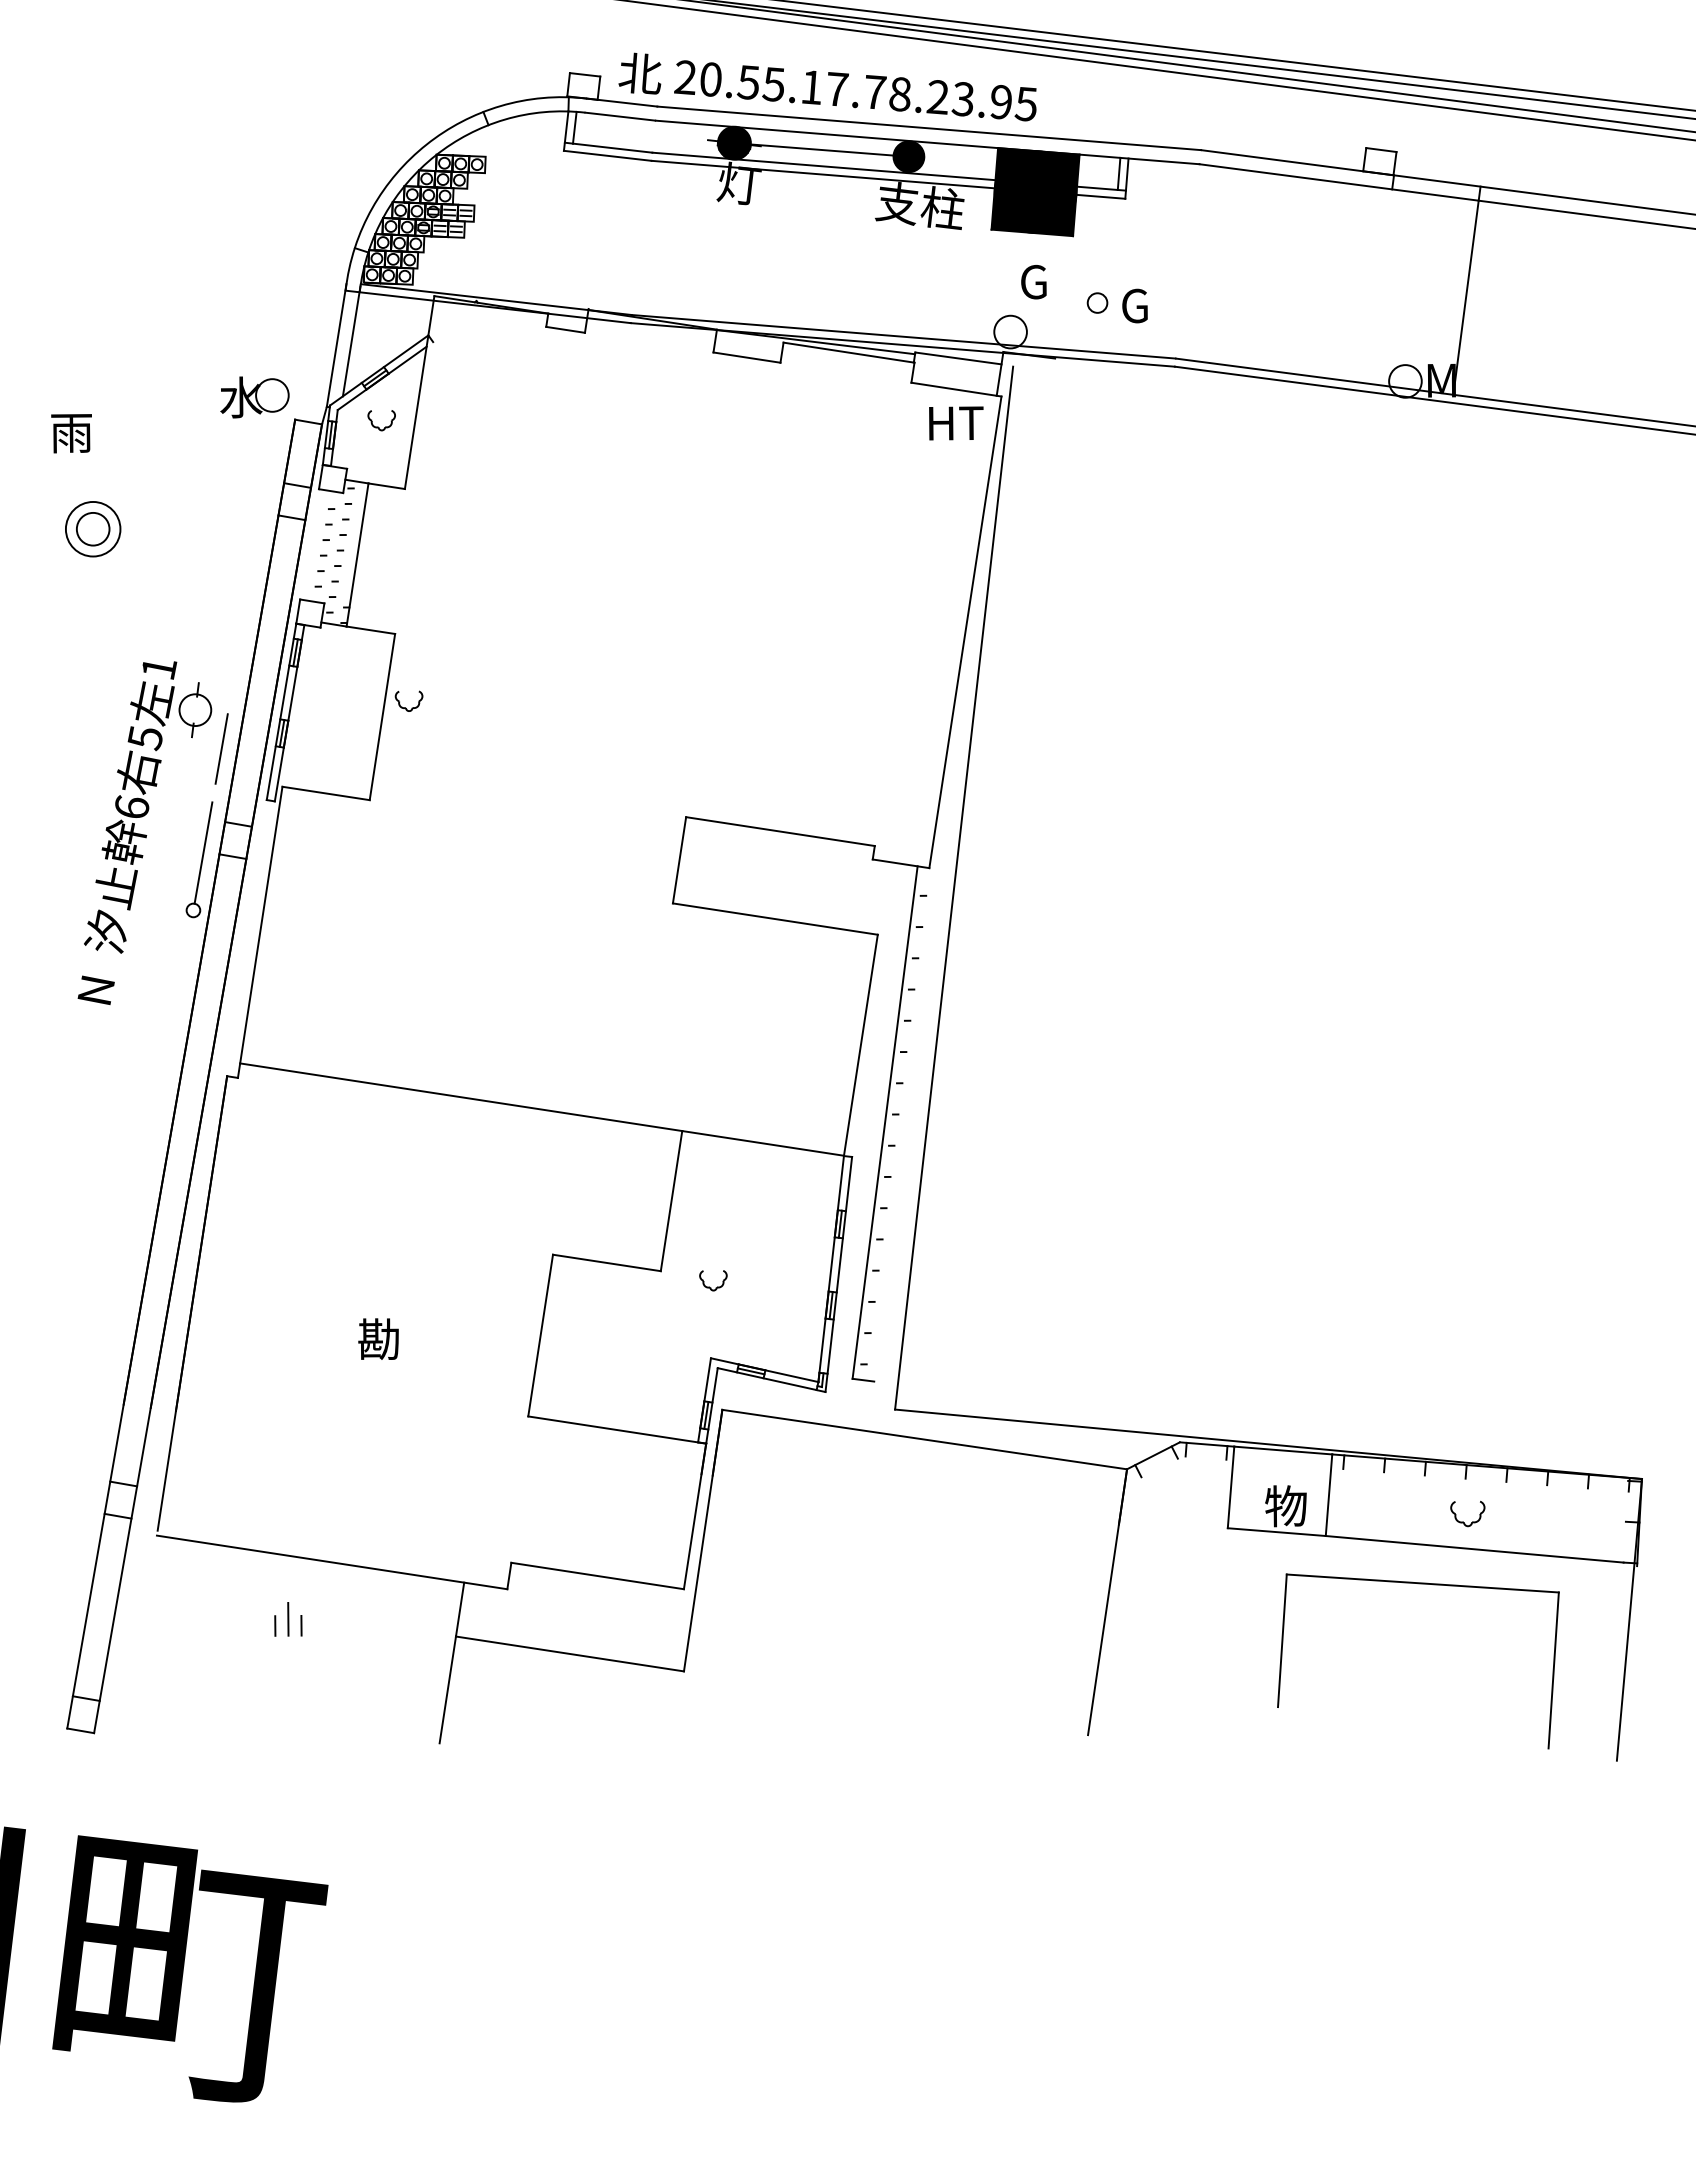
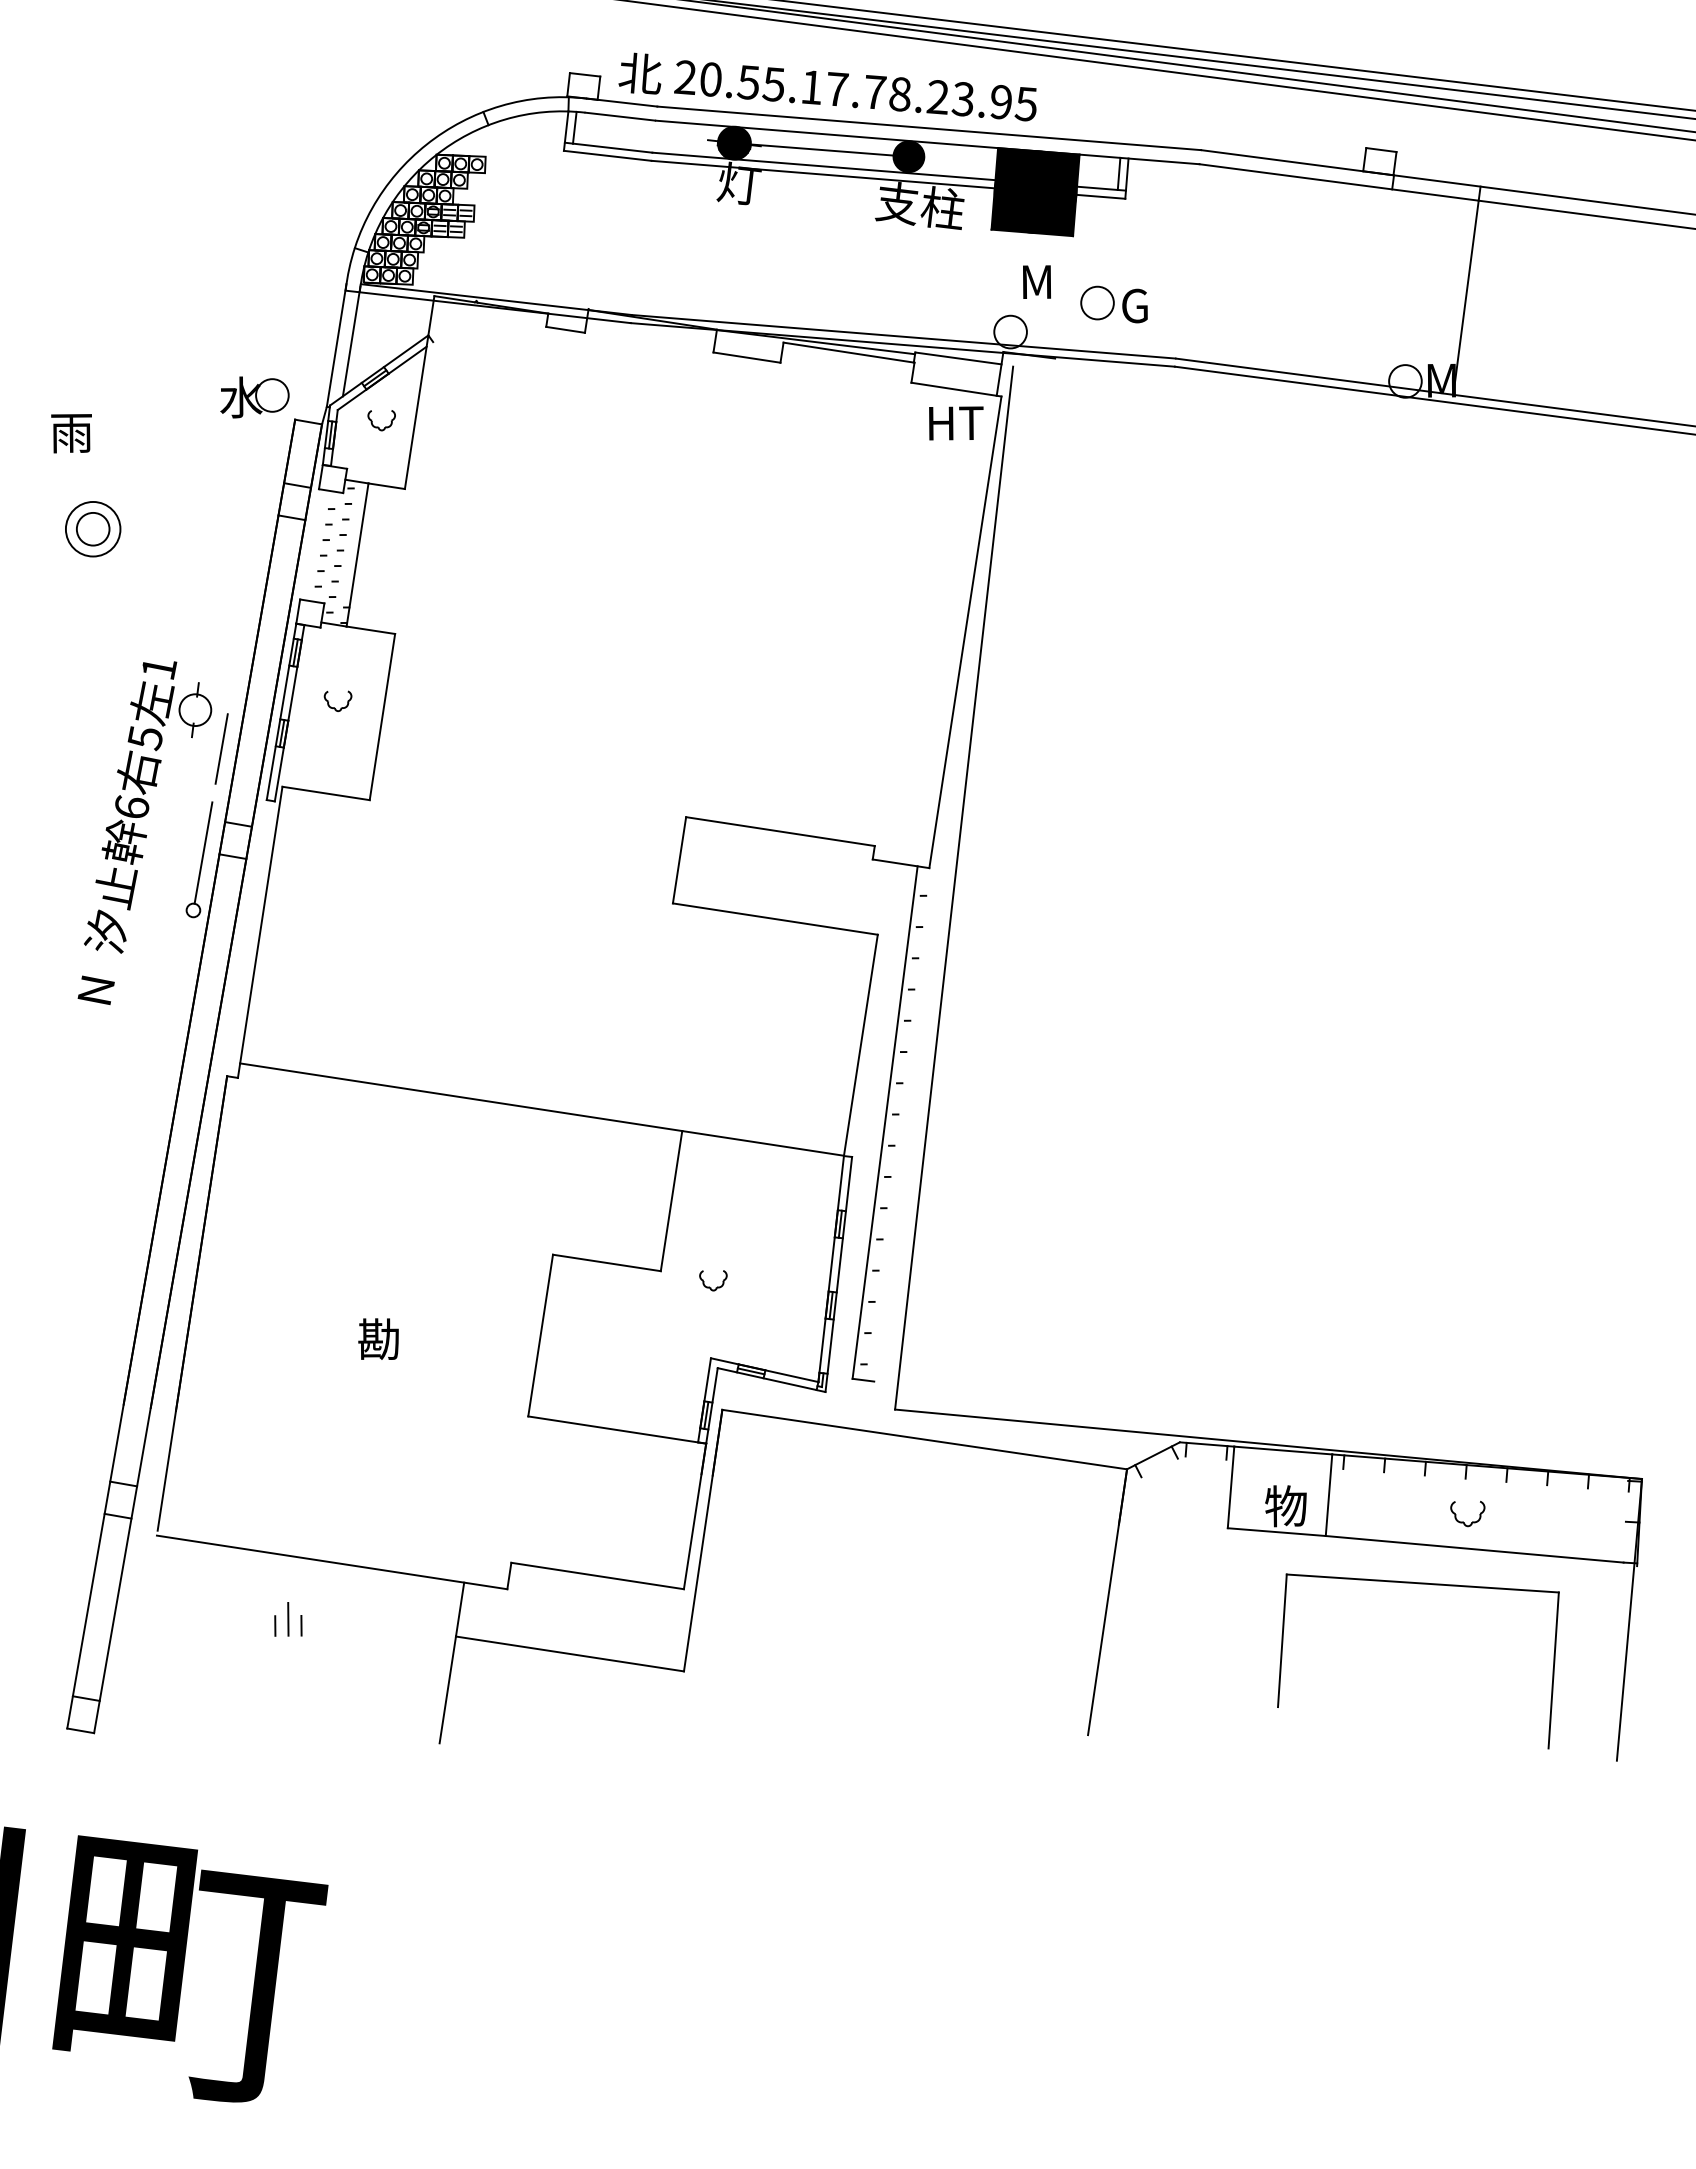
text at (1036, 281): G -> M
circle at (1097, 302) diameter: 20 px -> 33 px
part at (405, 707) position: (405, 707) -> (334, 707)
